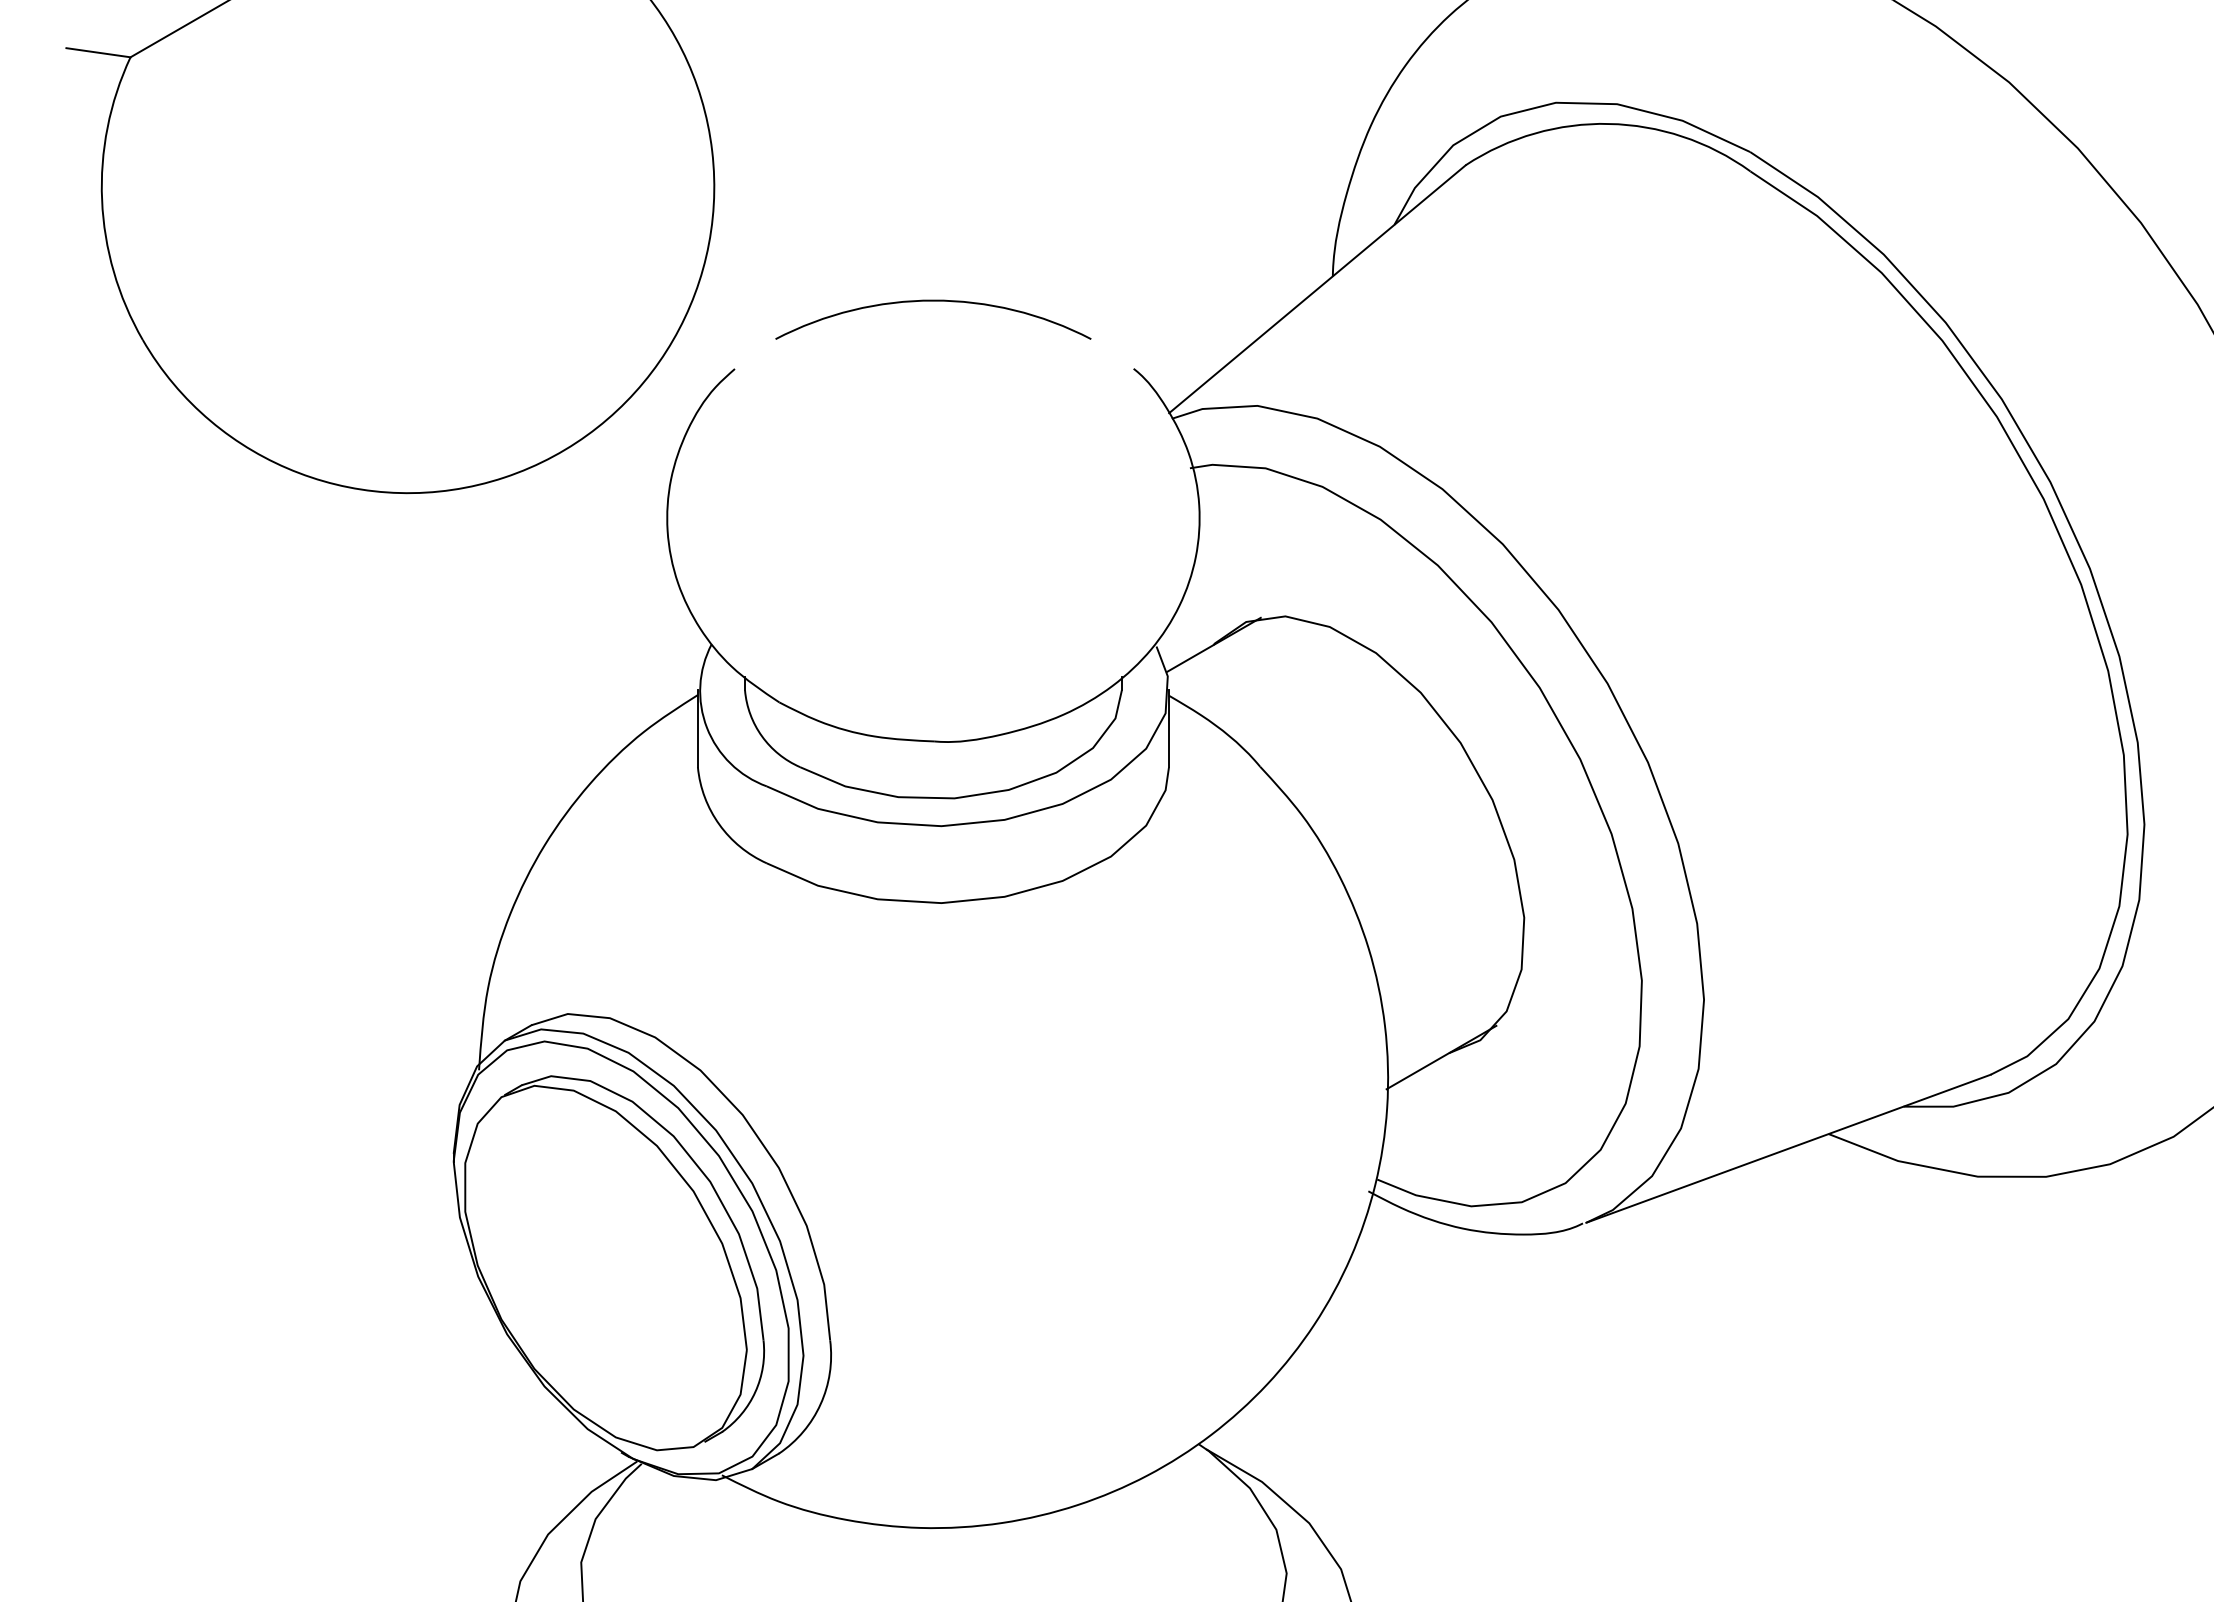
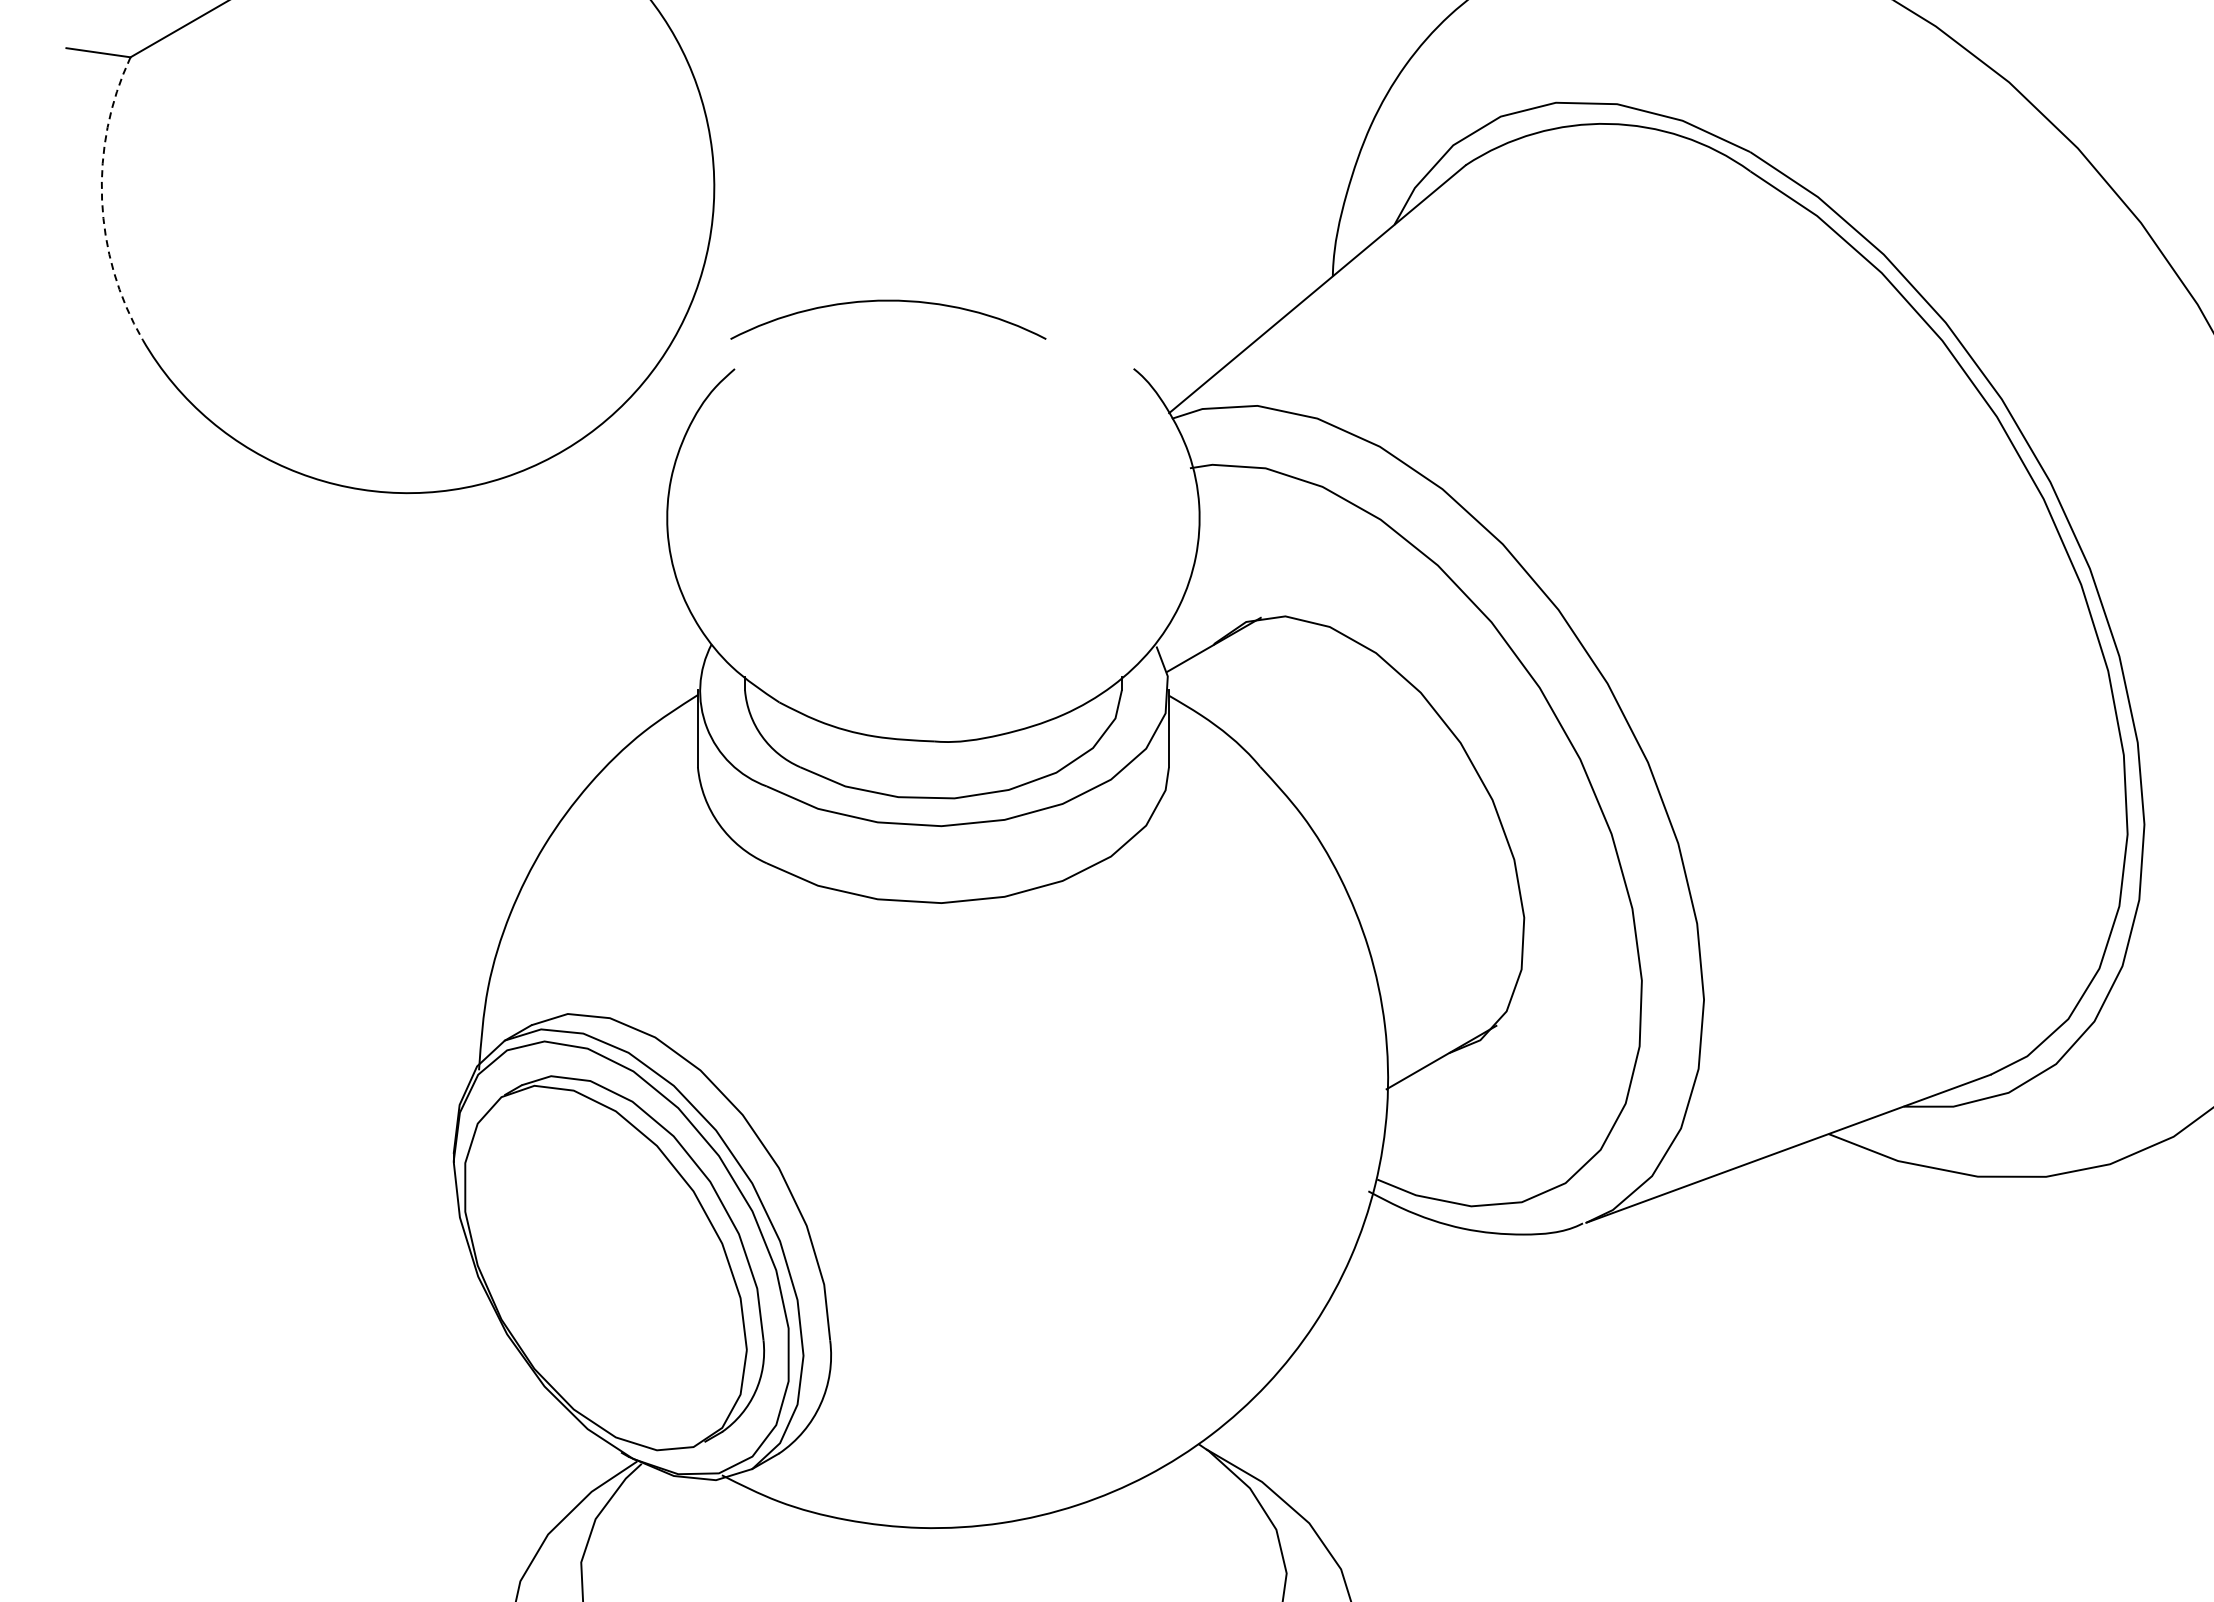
arc at (102, 200): solid -> dashed
arc at (933, 301) position: (933, 301) -> (888, 301)
